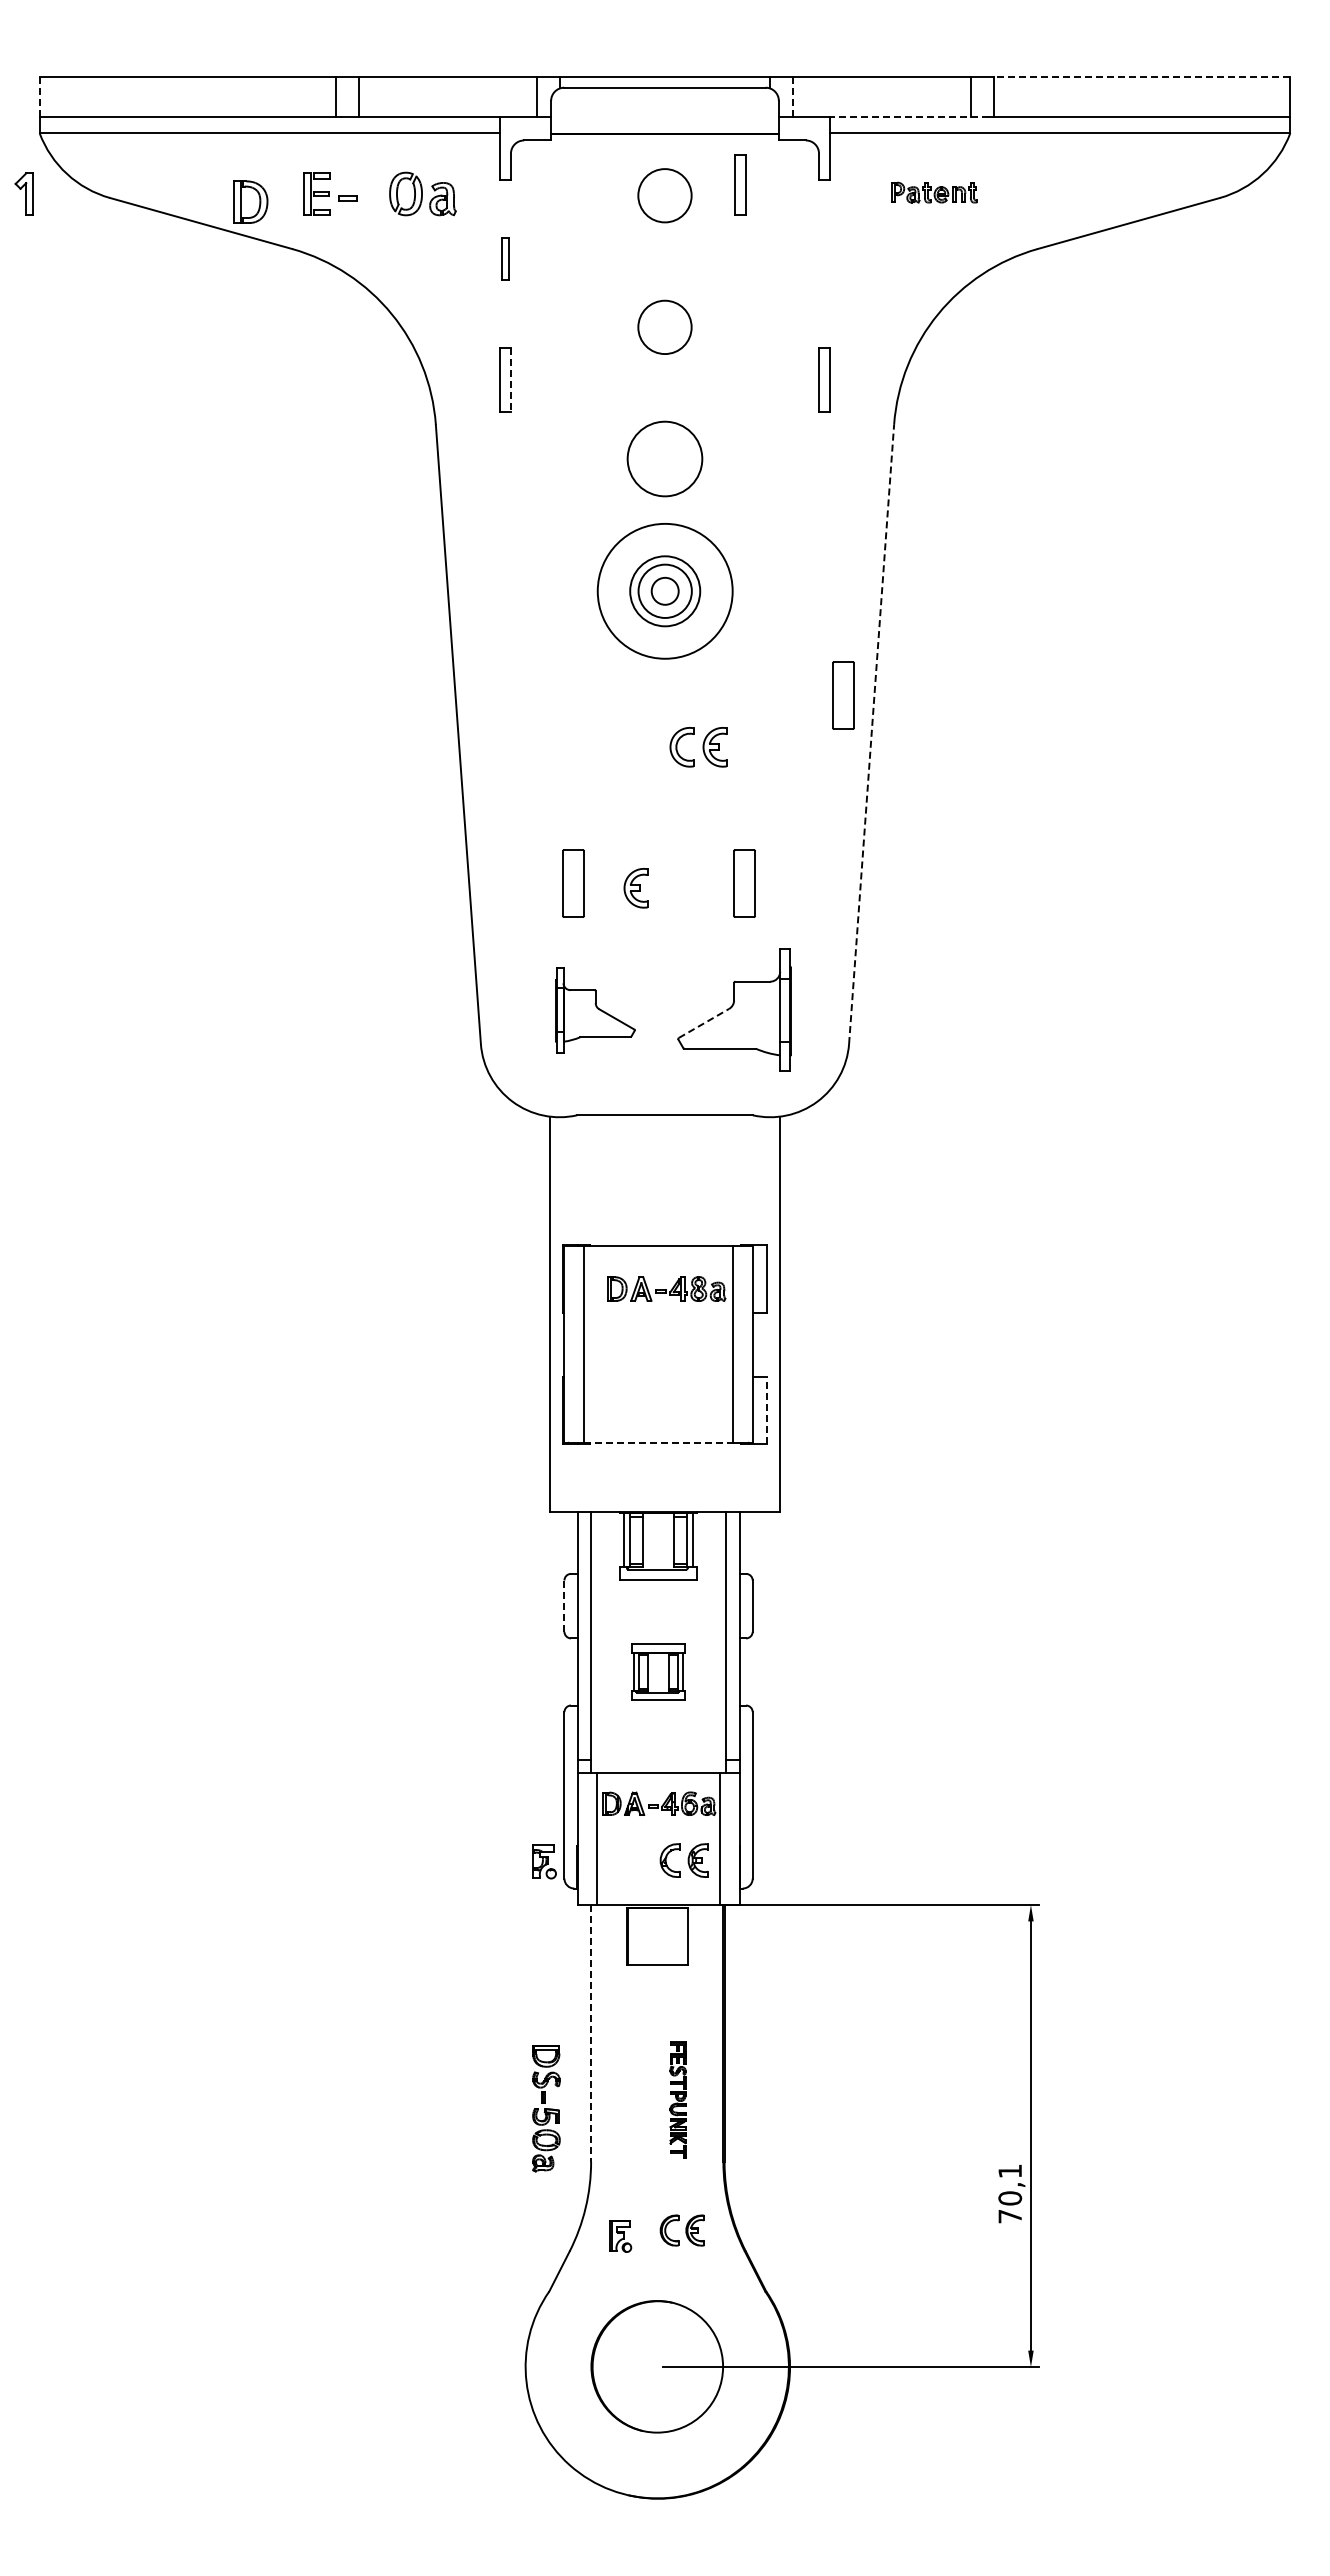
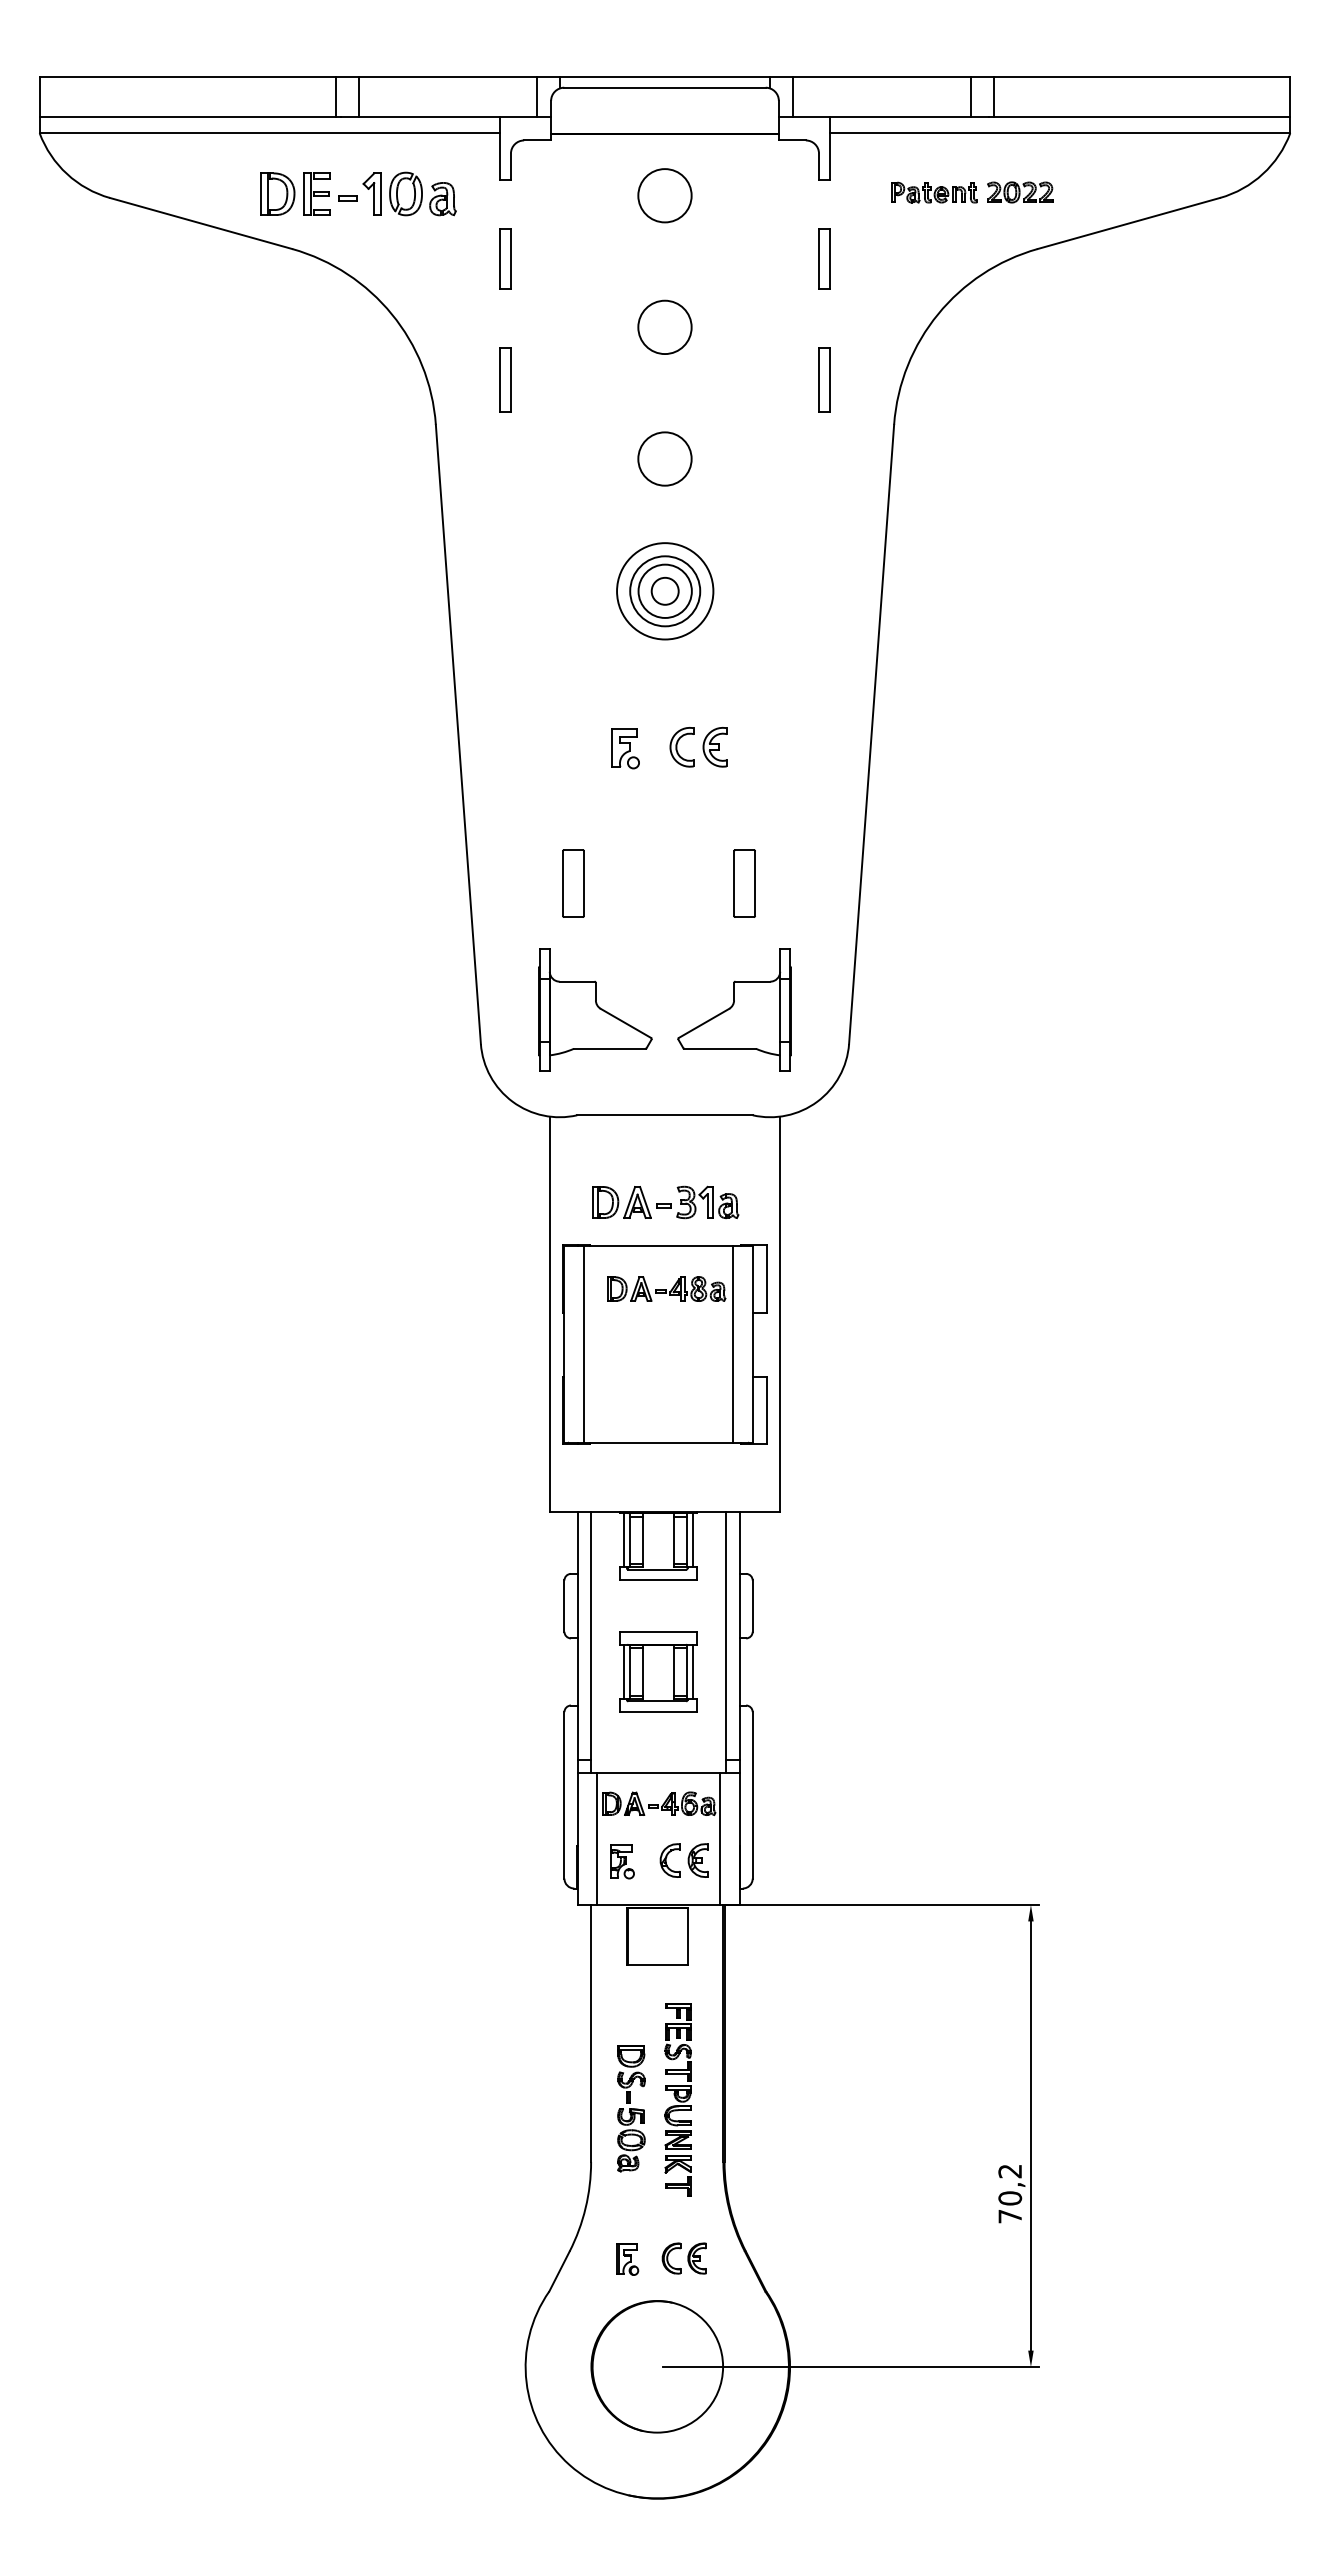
line at (1141, 77): dashed -> solid
line at (39, 97): dashed -> solid
line at (792, 97): dashed -> solid
line at (909, 116): dashed -> solid
part at (740, 184) position: (740, 184) -> (824, 258)
part at (1020, 192): none -> present
part at (23, 193) position: (23, 193) -> (371, 193)
part at (250, 201) position: (250, 201) -> (277, 193)
part at (505, 258) size: 9x44 px -> 13x62 px
line at (510, 379): dashed -> solid
circle at (664, 458) diameter: 75 px -> 53 px
circle at (664, 590) diameter: 135 px -> 96 px
part at (843, 695): present -> none
line at (871, 733): dashed -> solid
part at (625, 748): none -> present
part at (635, 888): present -> none
part at (595, 1010) size: 81x87 px -> 115x124 px
line at (704, 1023): dashed -> solid
part at (665, 1202): none -> present
line at (767, 1410): dashed -> solid
line at (658, 1442): dashed -> solid
line at (564, 1606): dashed -> solid
part at (658, 1671) size: 55x58 px -> 79x82 px
part at (544, 1861) position: (544, 1861) -> (622, 1861)
line at (591, 2033): dashed -> solid
part at (677, 2099) size: 18x118 px -> 28x194 px
part at (546, 2108) position: (546, 2108) -> (631, 2108)
text at (1009, 2171): 70,1 -> 70,2
part at (681, 2230) position: (681, 2230) -> (683, 2258)
part at (620, 2236) position: (620, 2236) -> (627, 2259)
